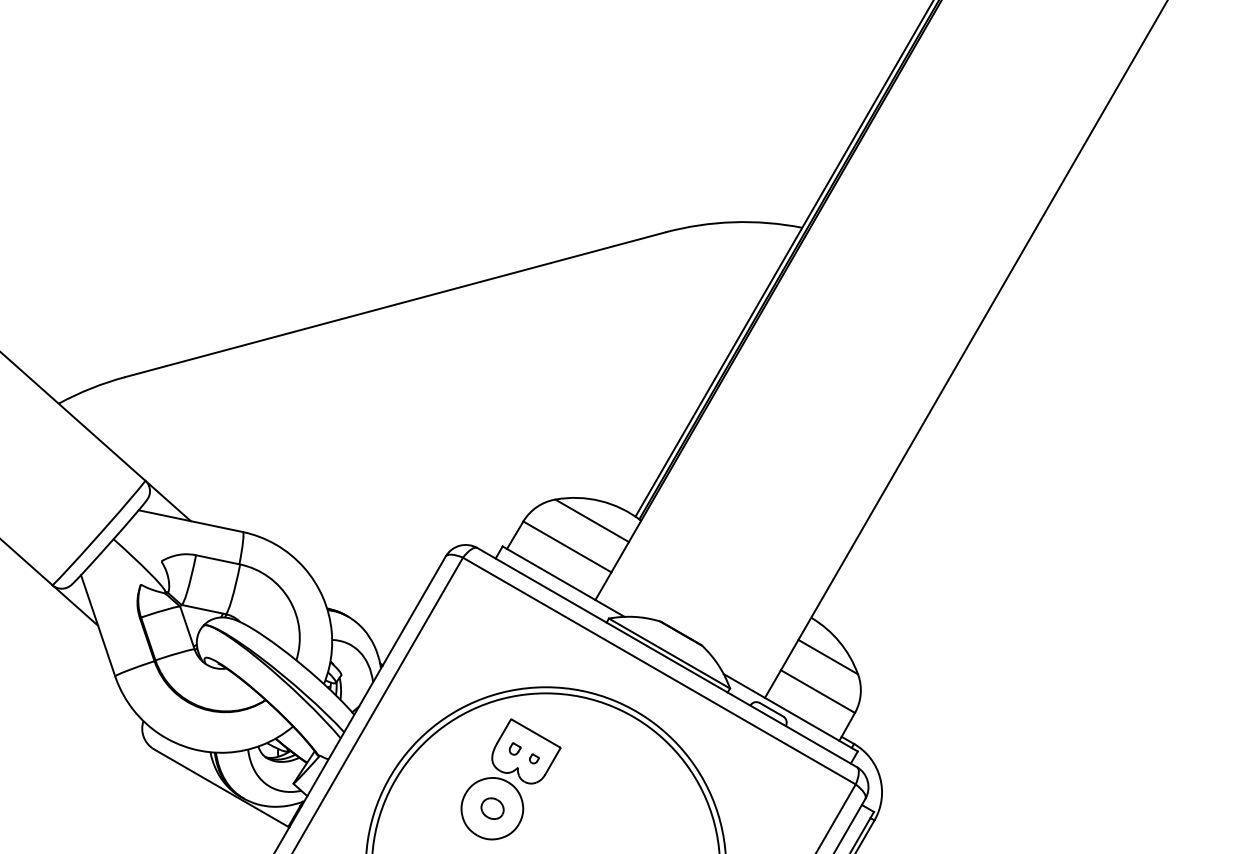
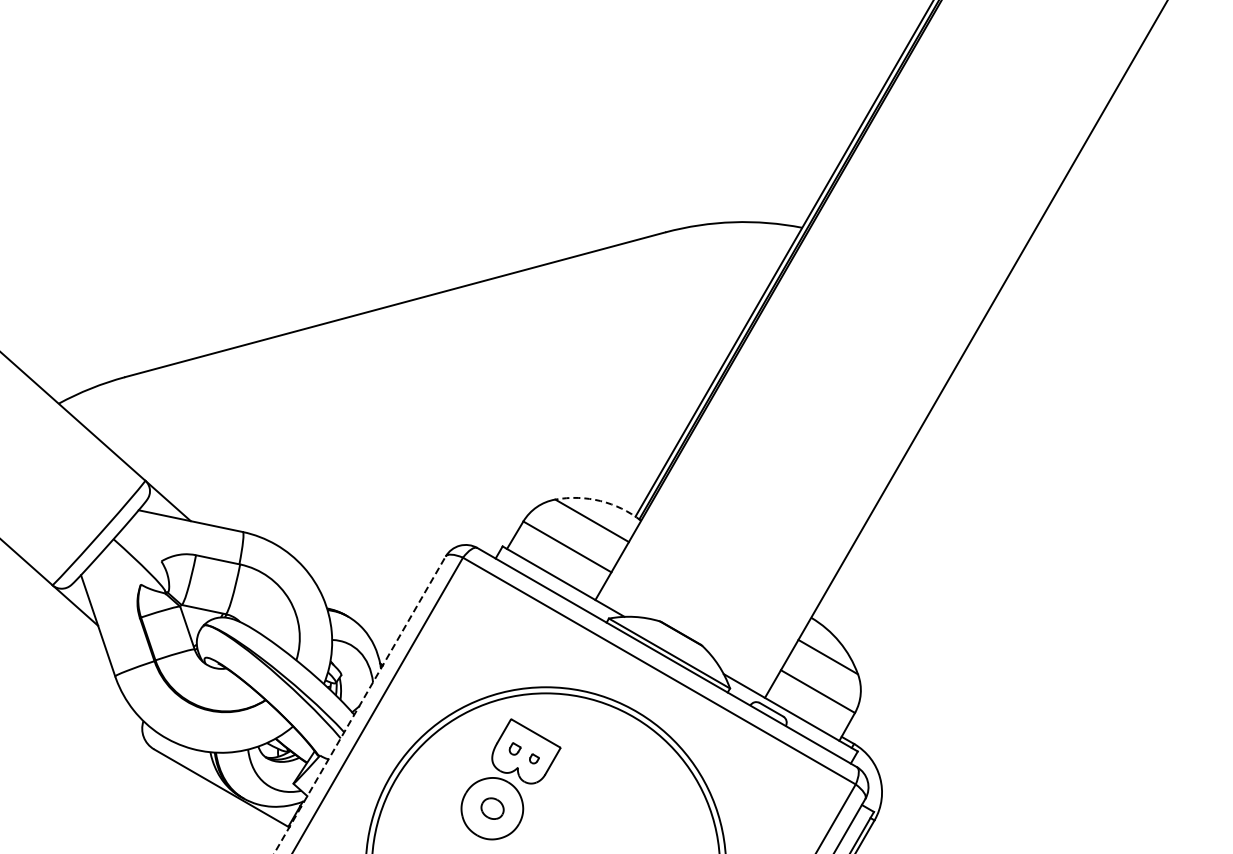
arc at (600, 501): solid -> dashed
line at (359, 705): solid -> dashed
